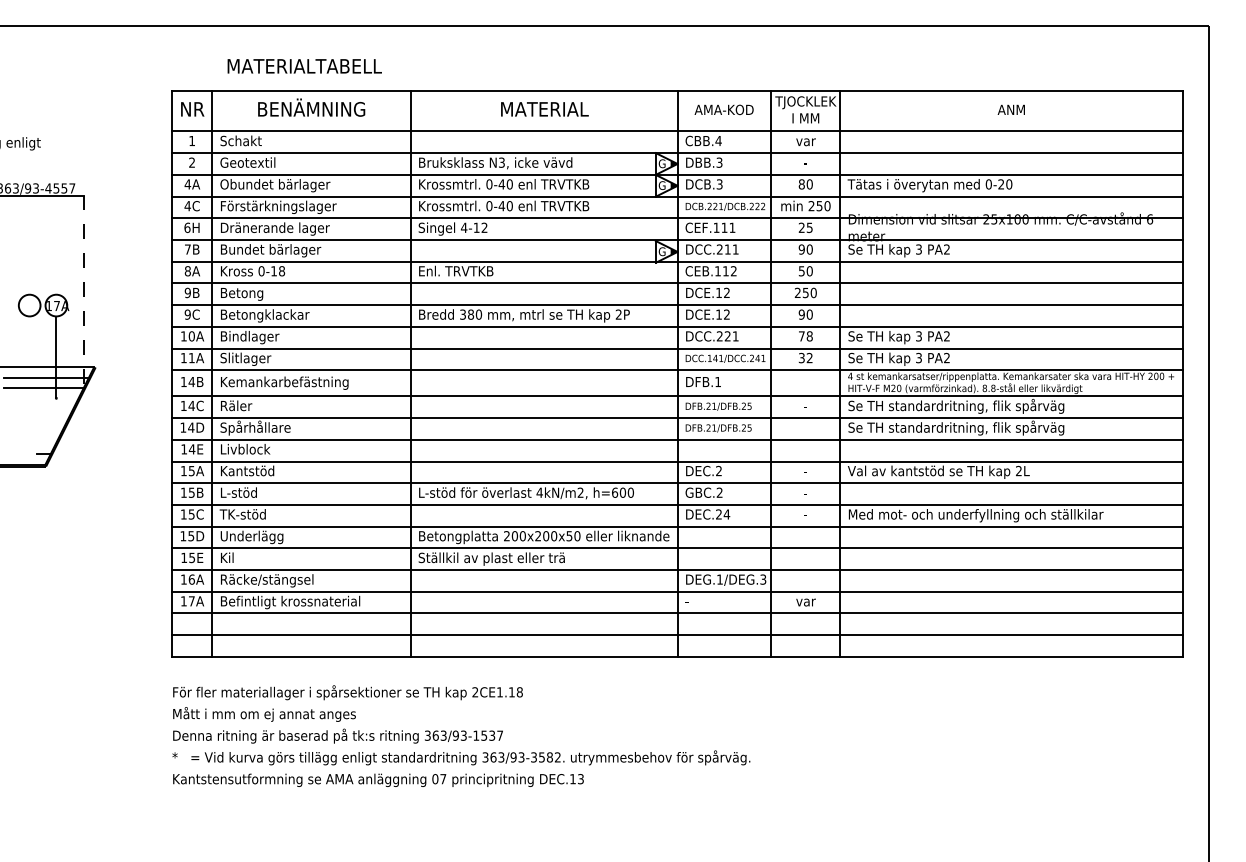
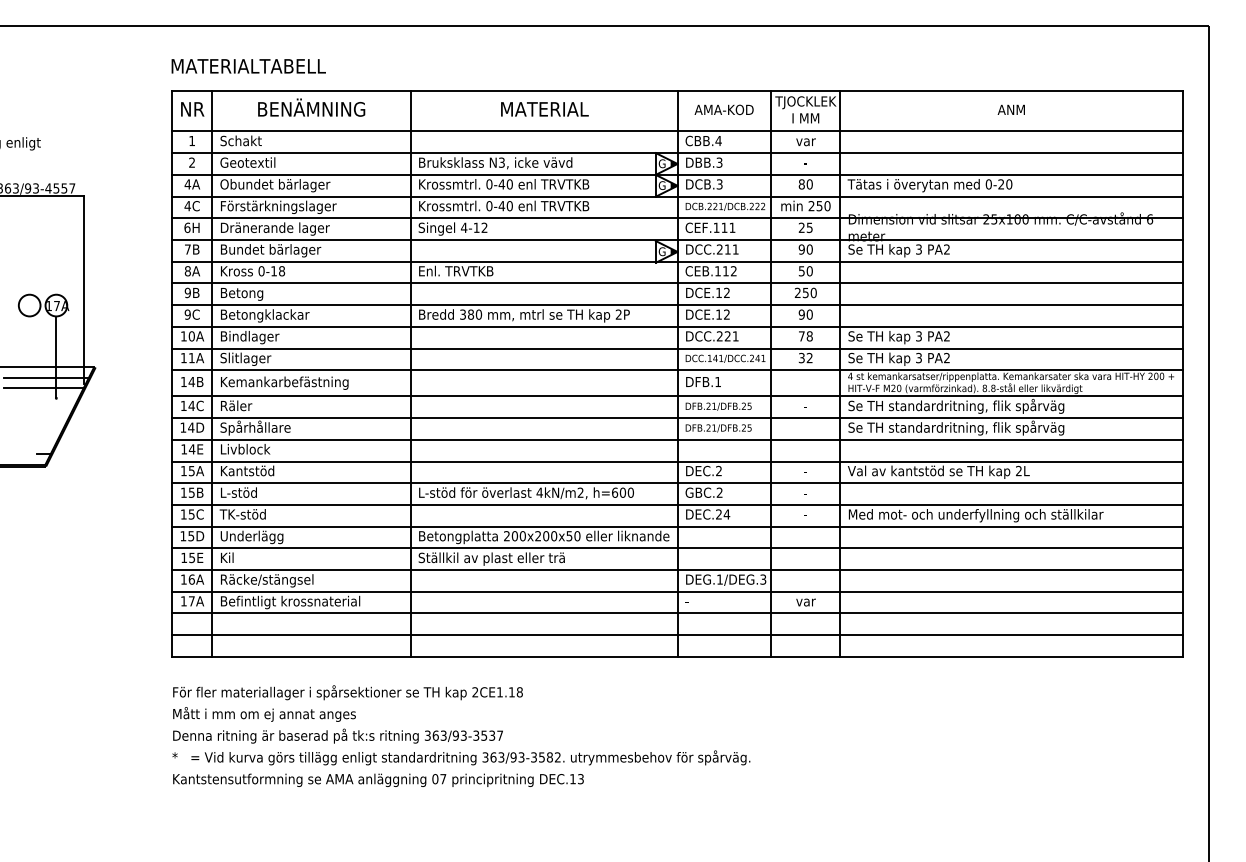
text at (304, 66) position: (304, 66) -> (248, 66)
line at (83, 290): dashed -> solid
text at (476, 735): 363/93-1537 -> 363/93-3537
